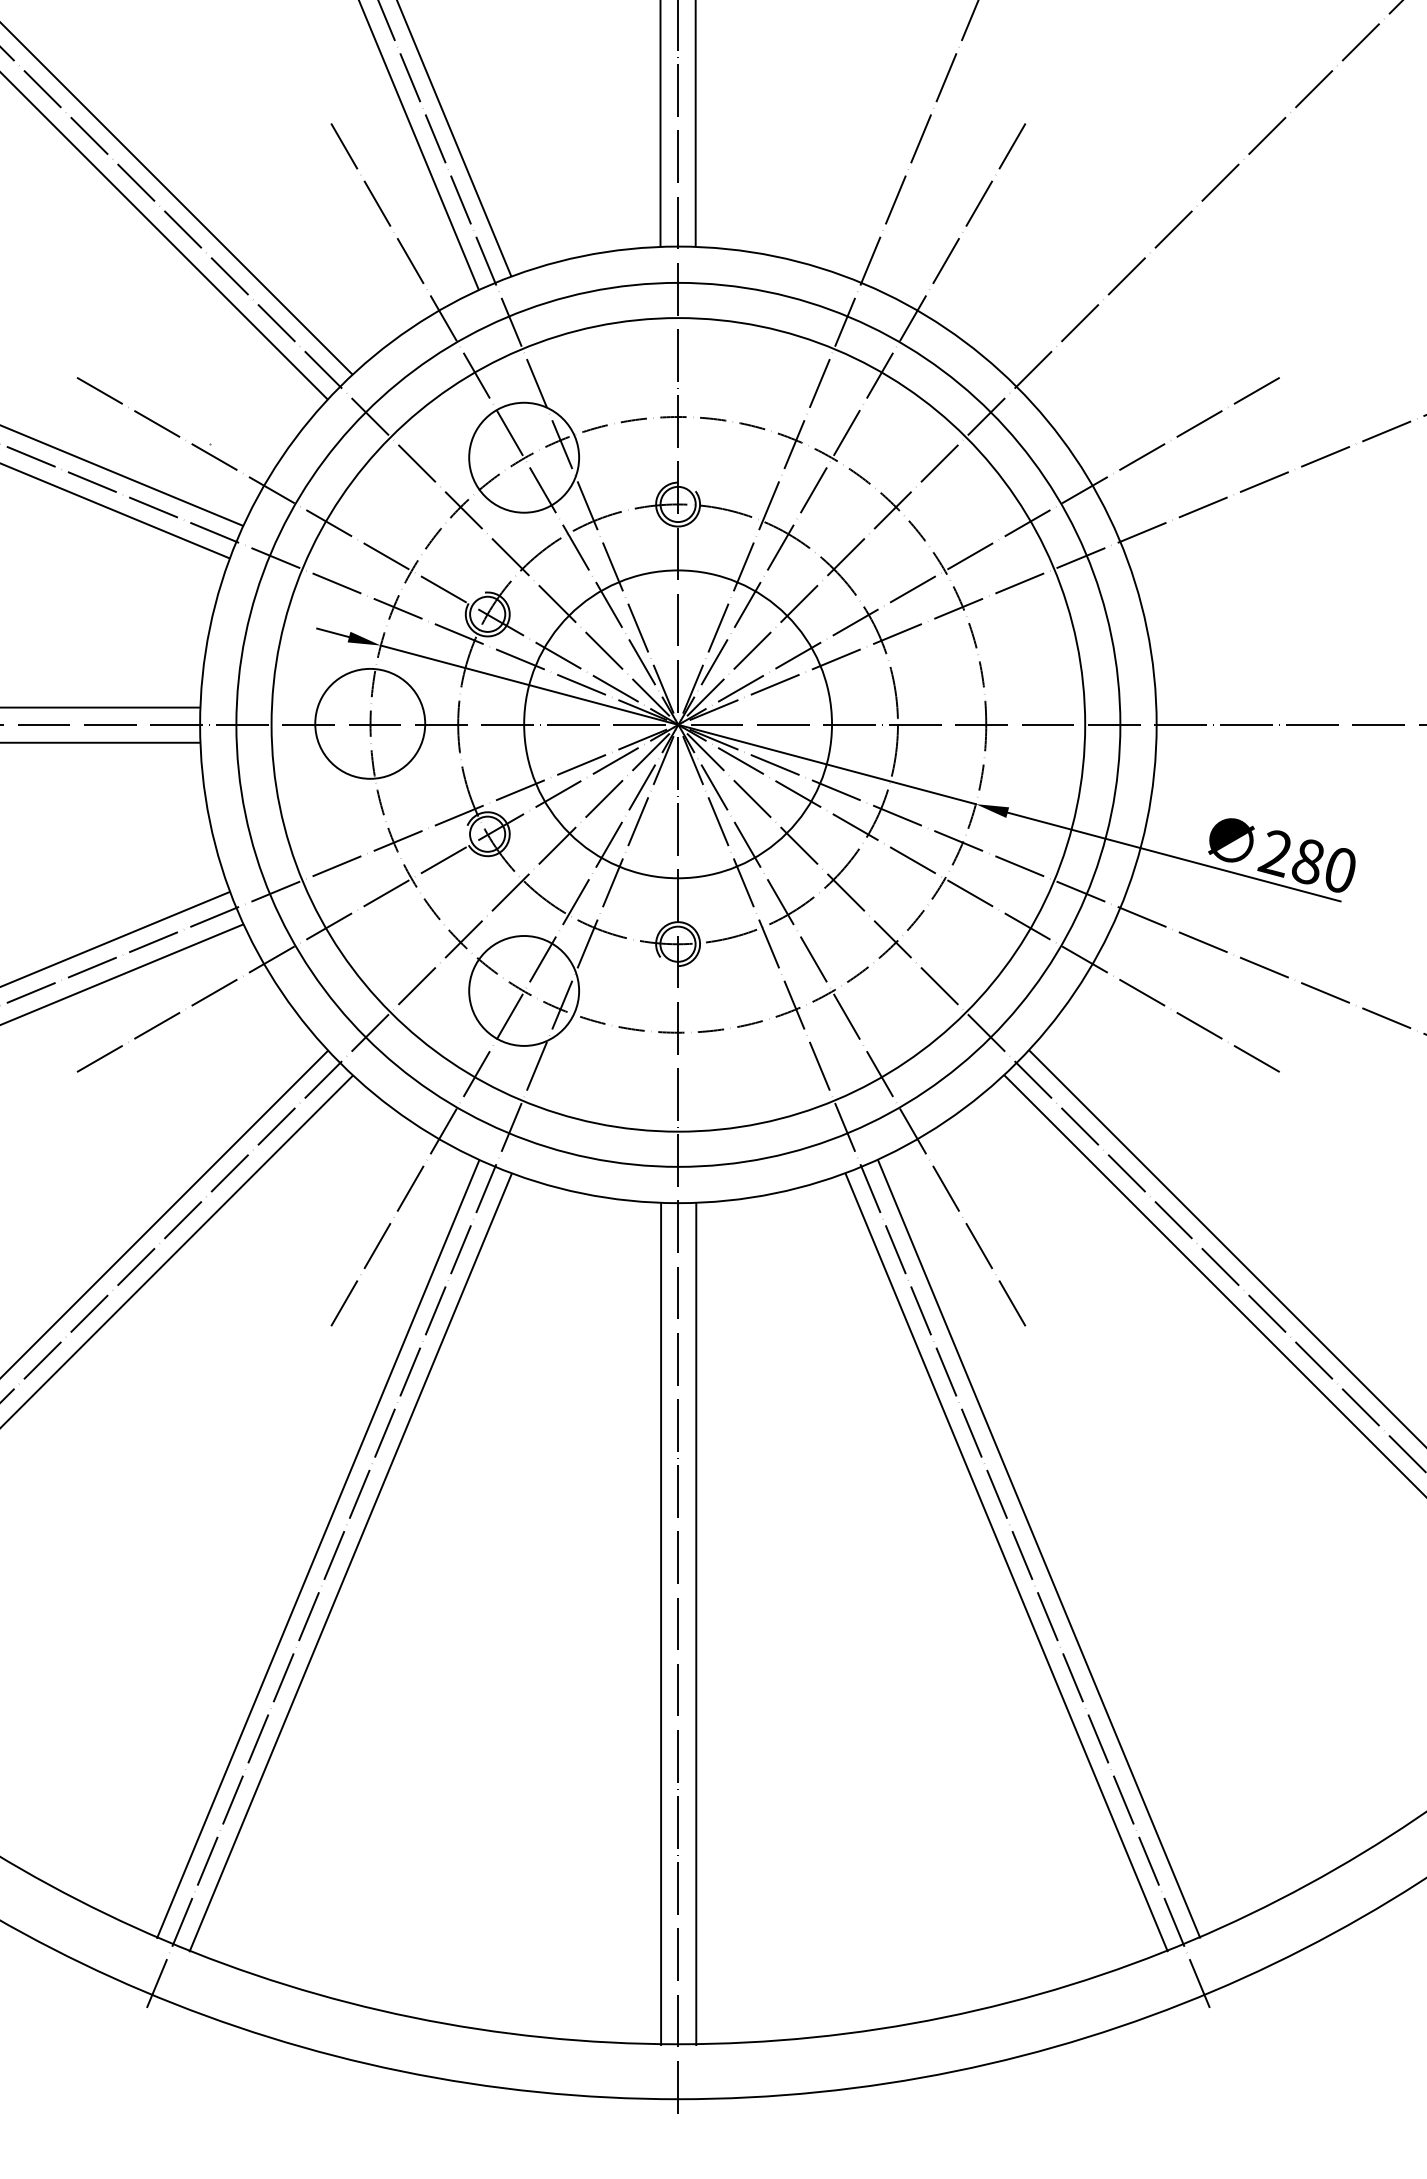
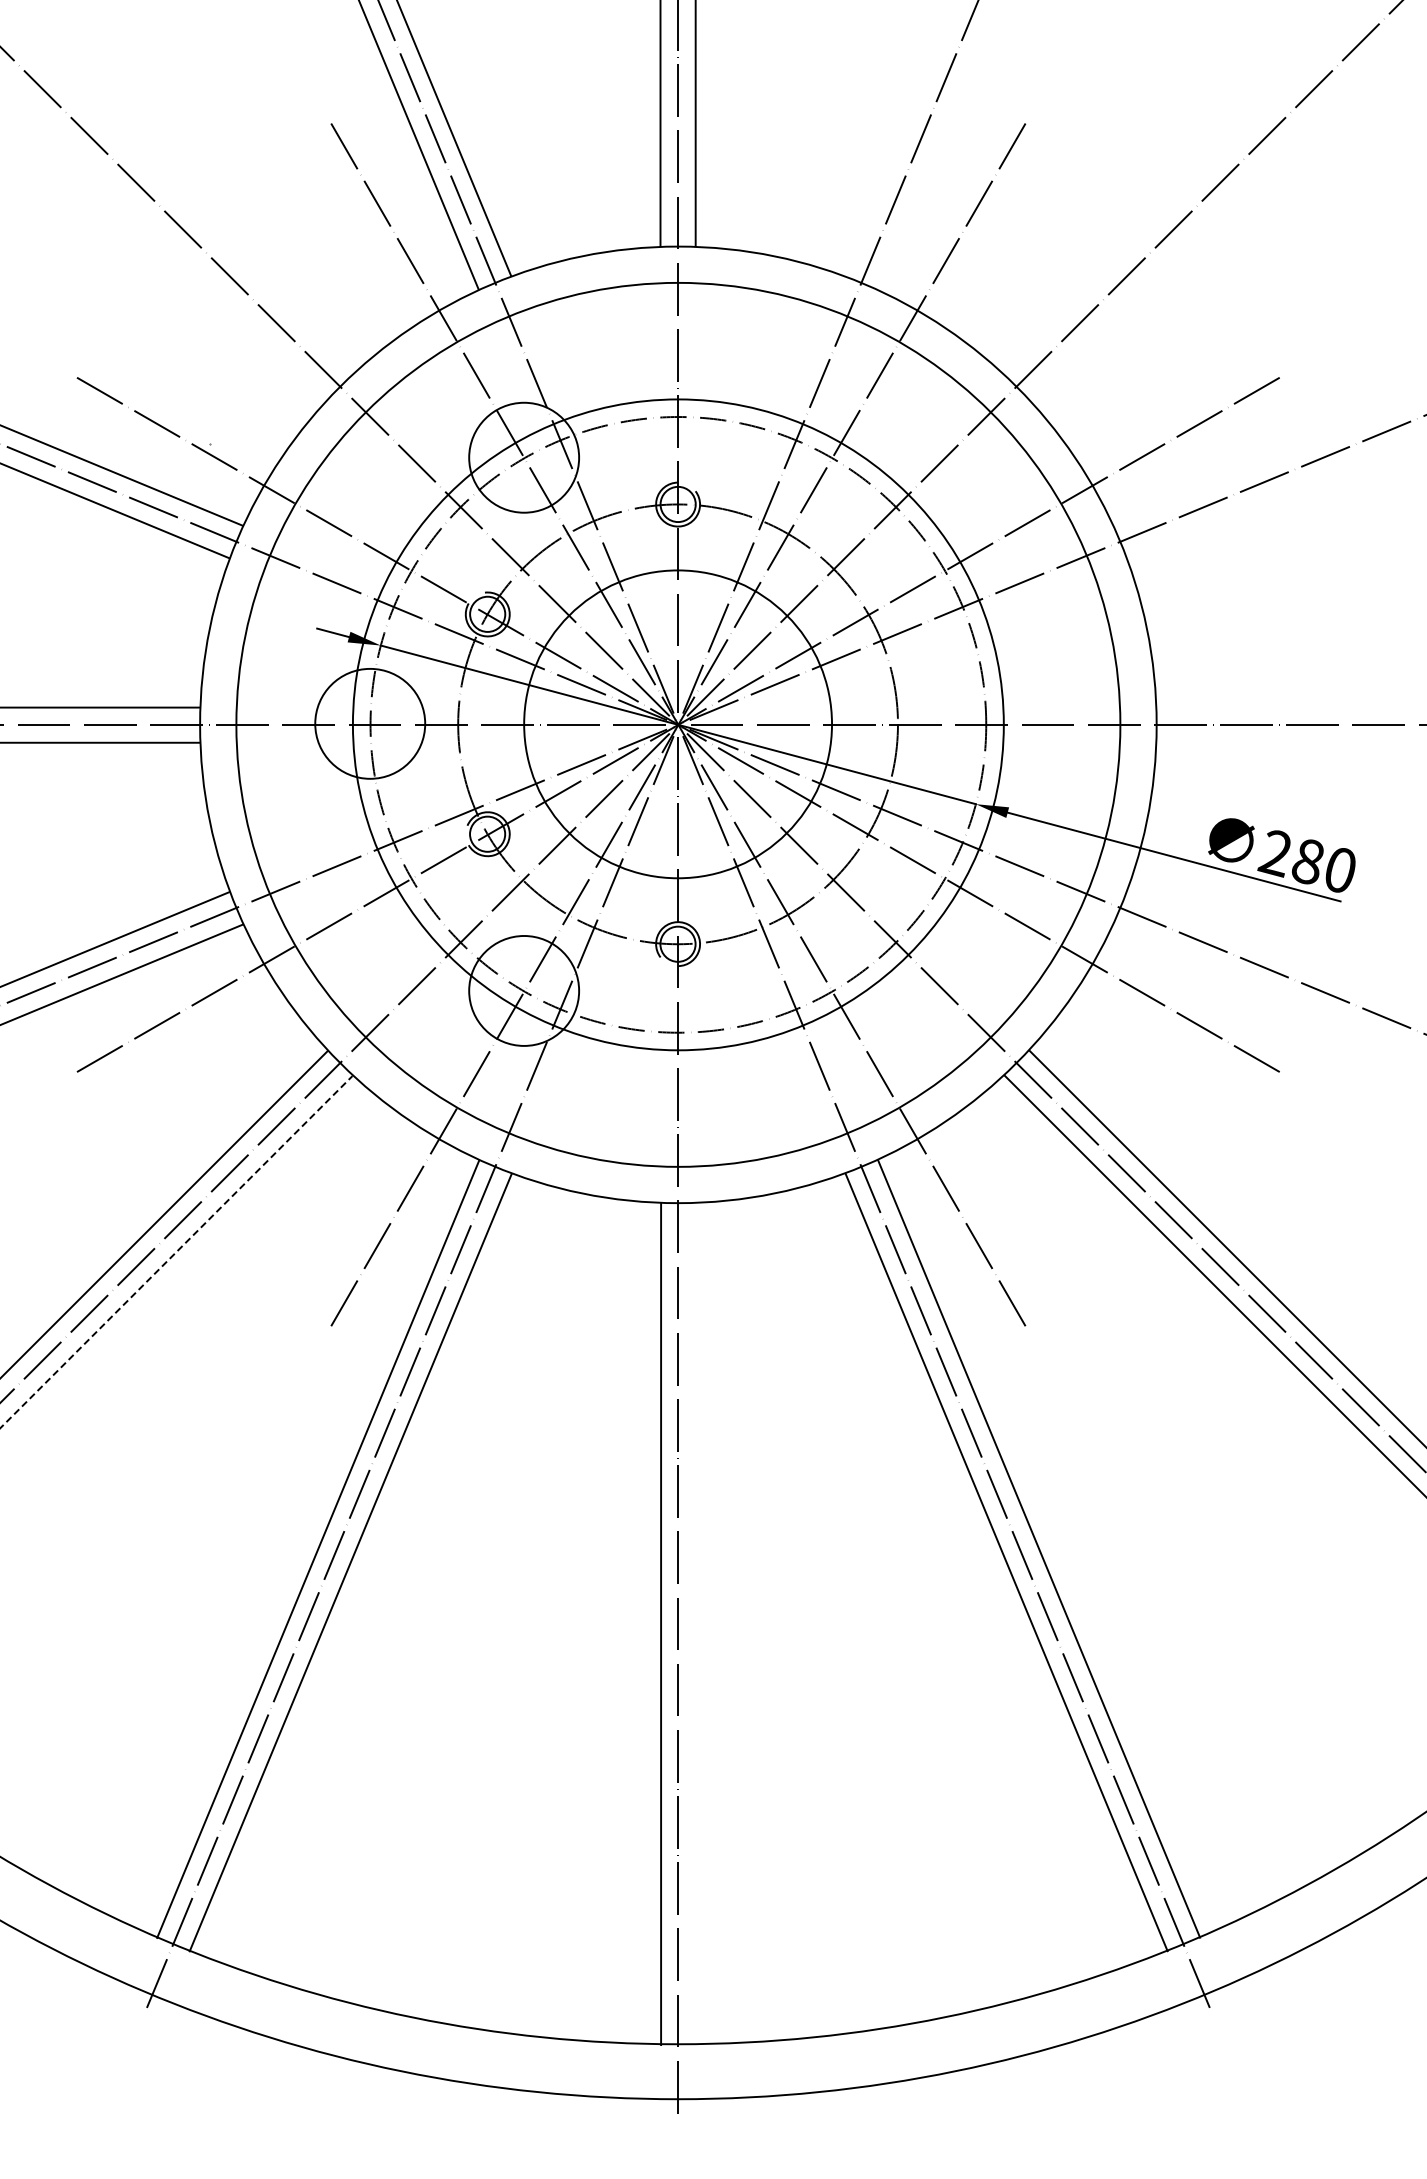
line at (177, 199): present -> none
line at (164, 236): present -> none
circle at (678, 724) diameter: 814 px -> 651 px
line at (176, 1252): solid -> dashed
line at (696, 1624): present -> none
